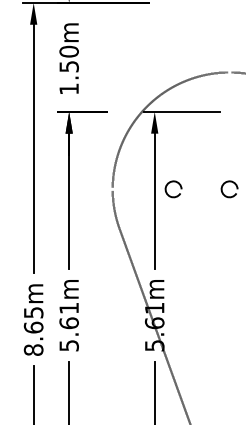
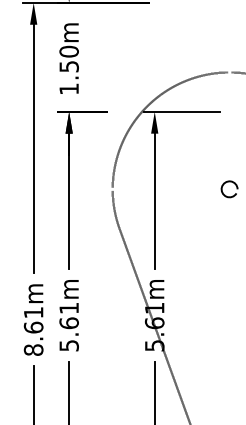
arc at (170, 183): present -> none
text at (33, 312): 8.65m -> 8.61m
